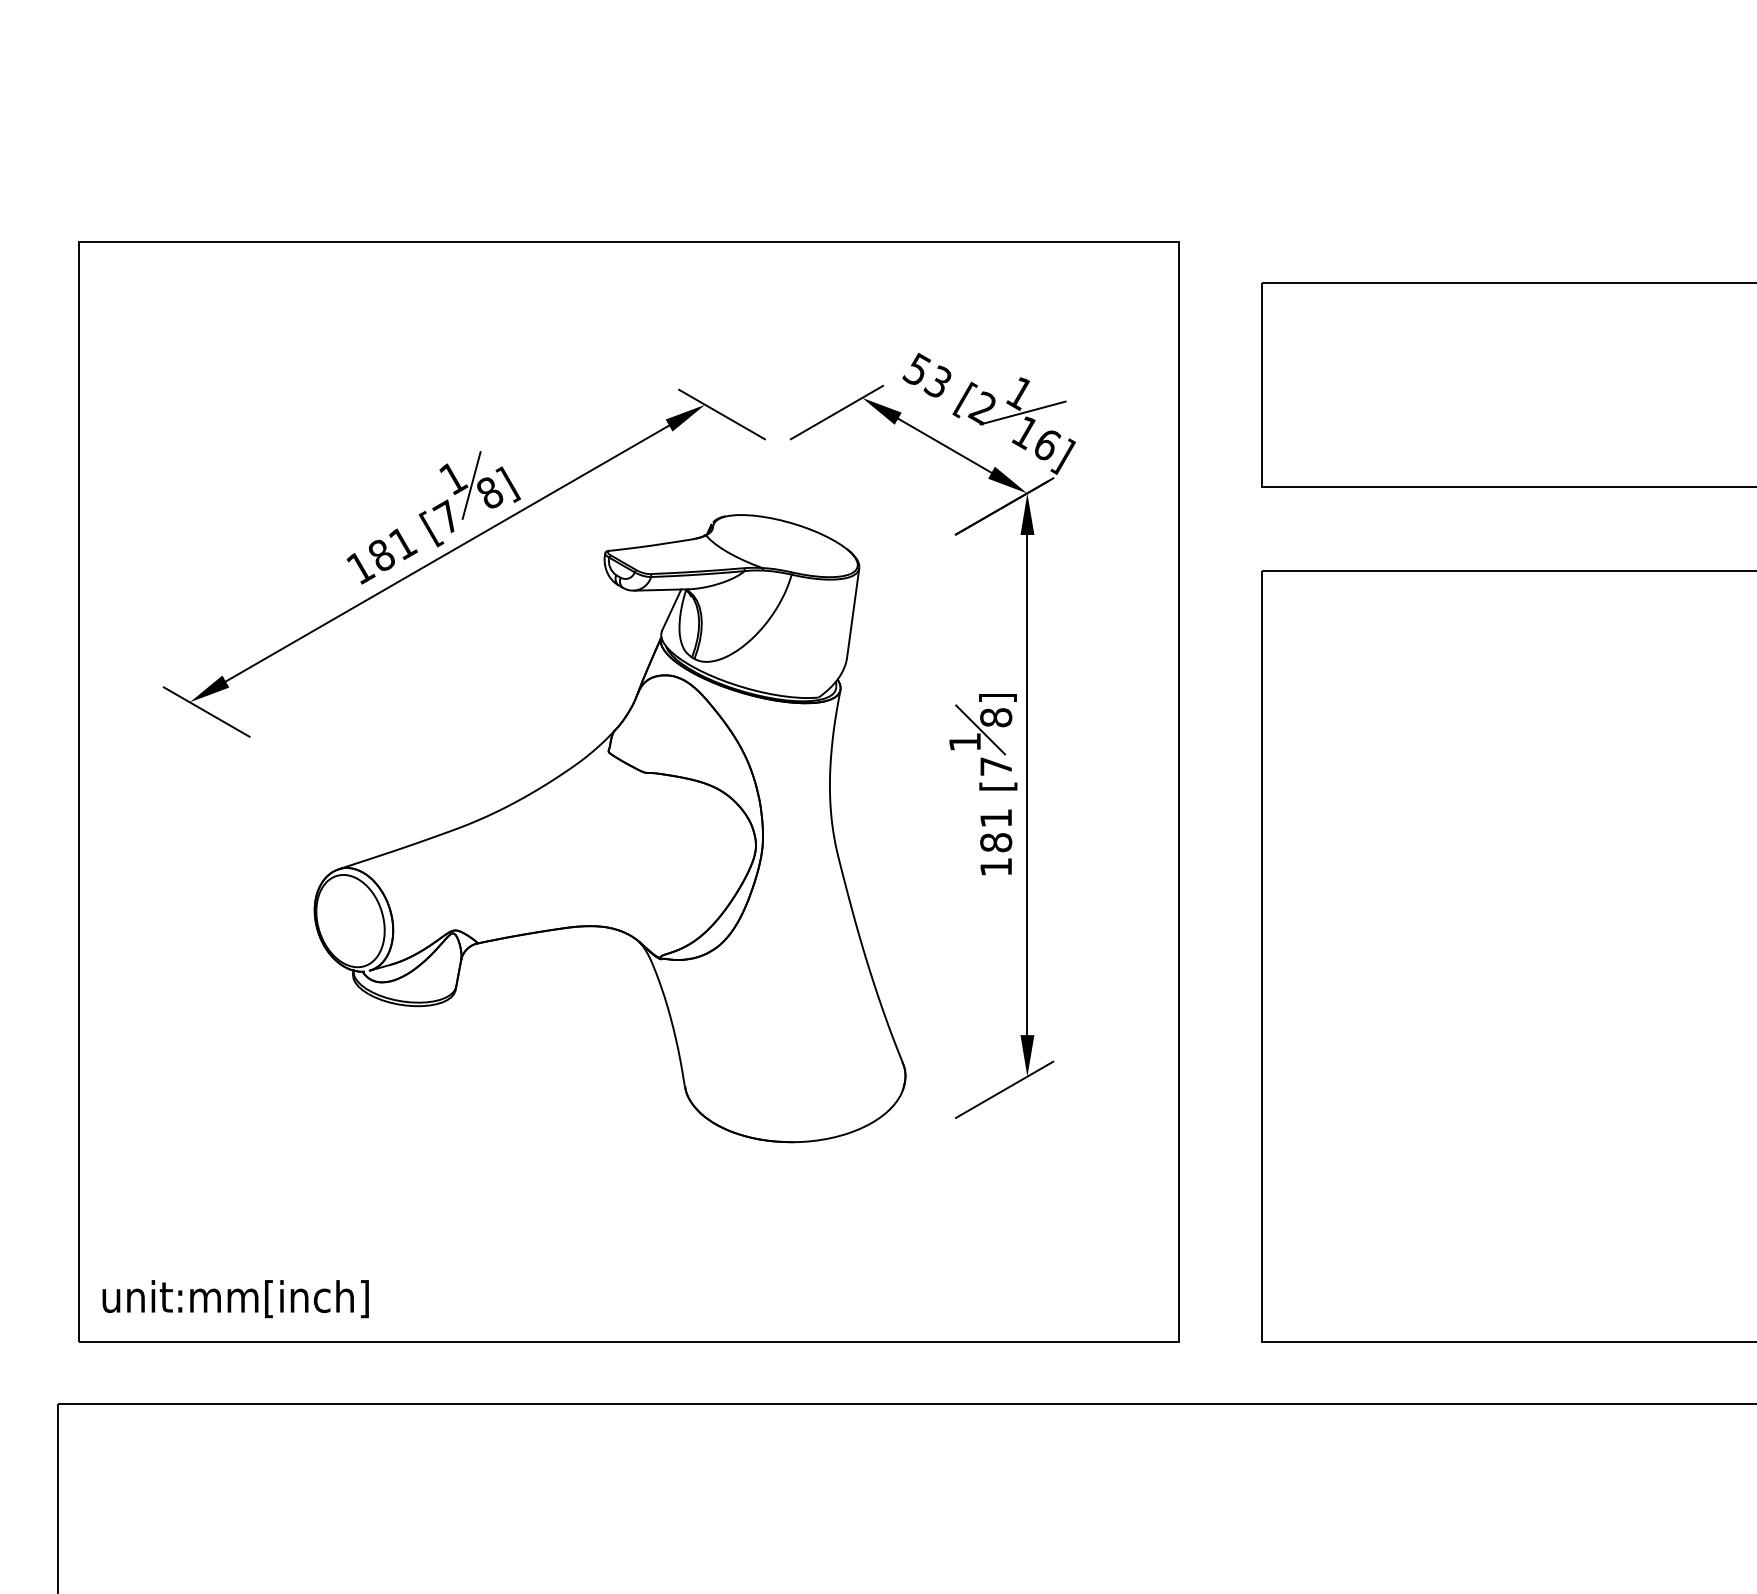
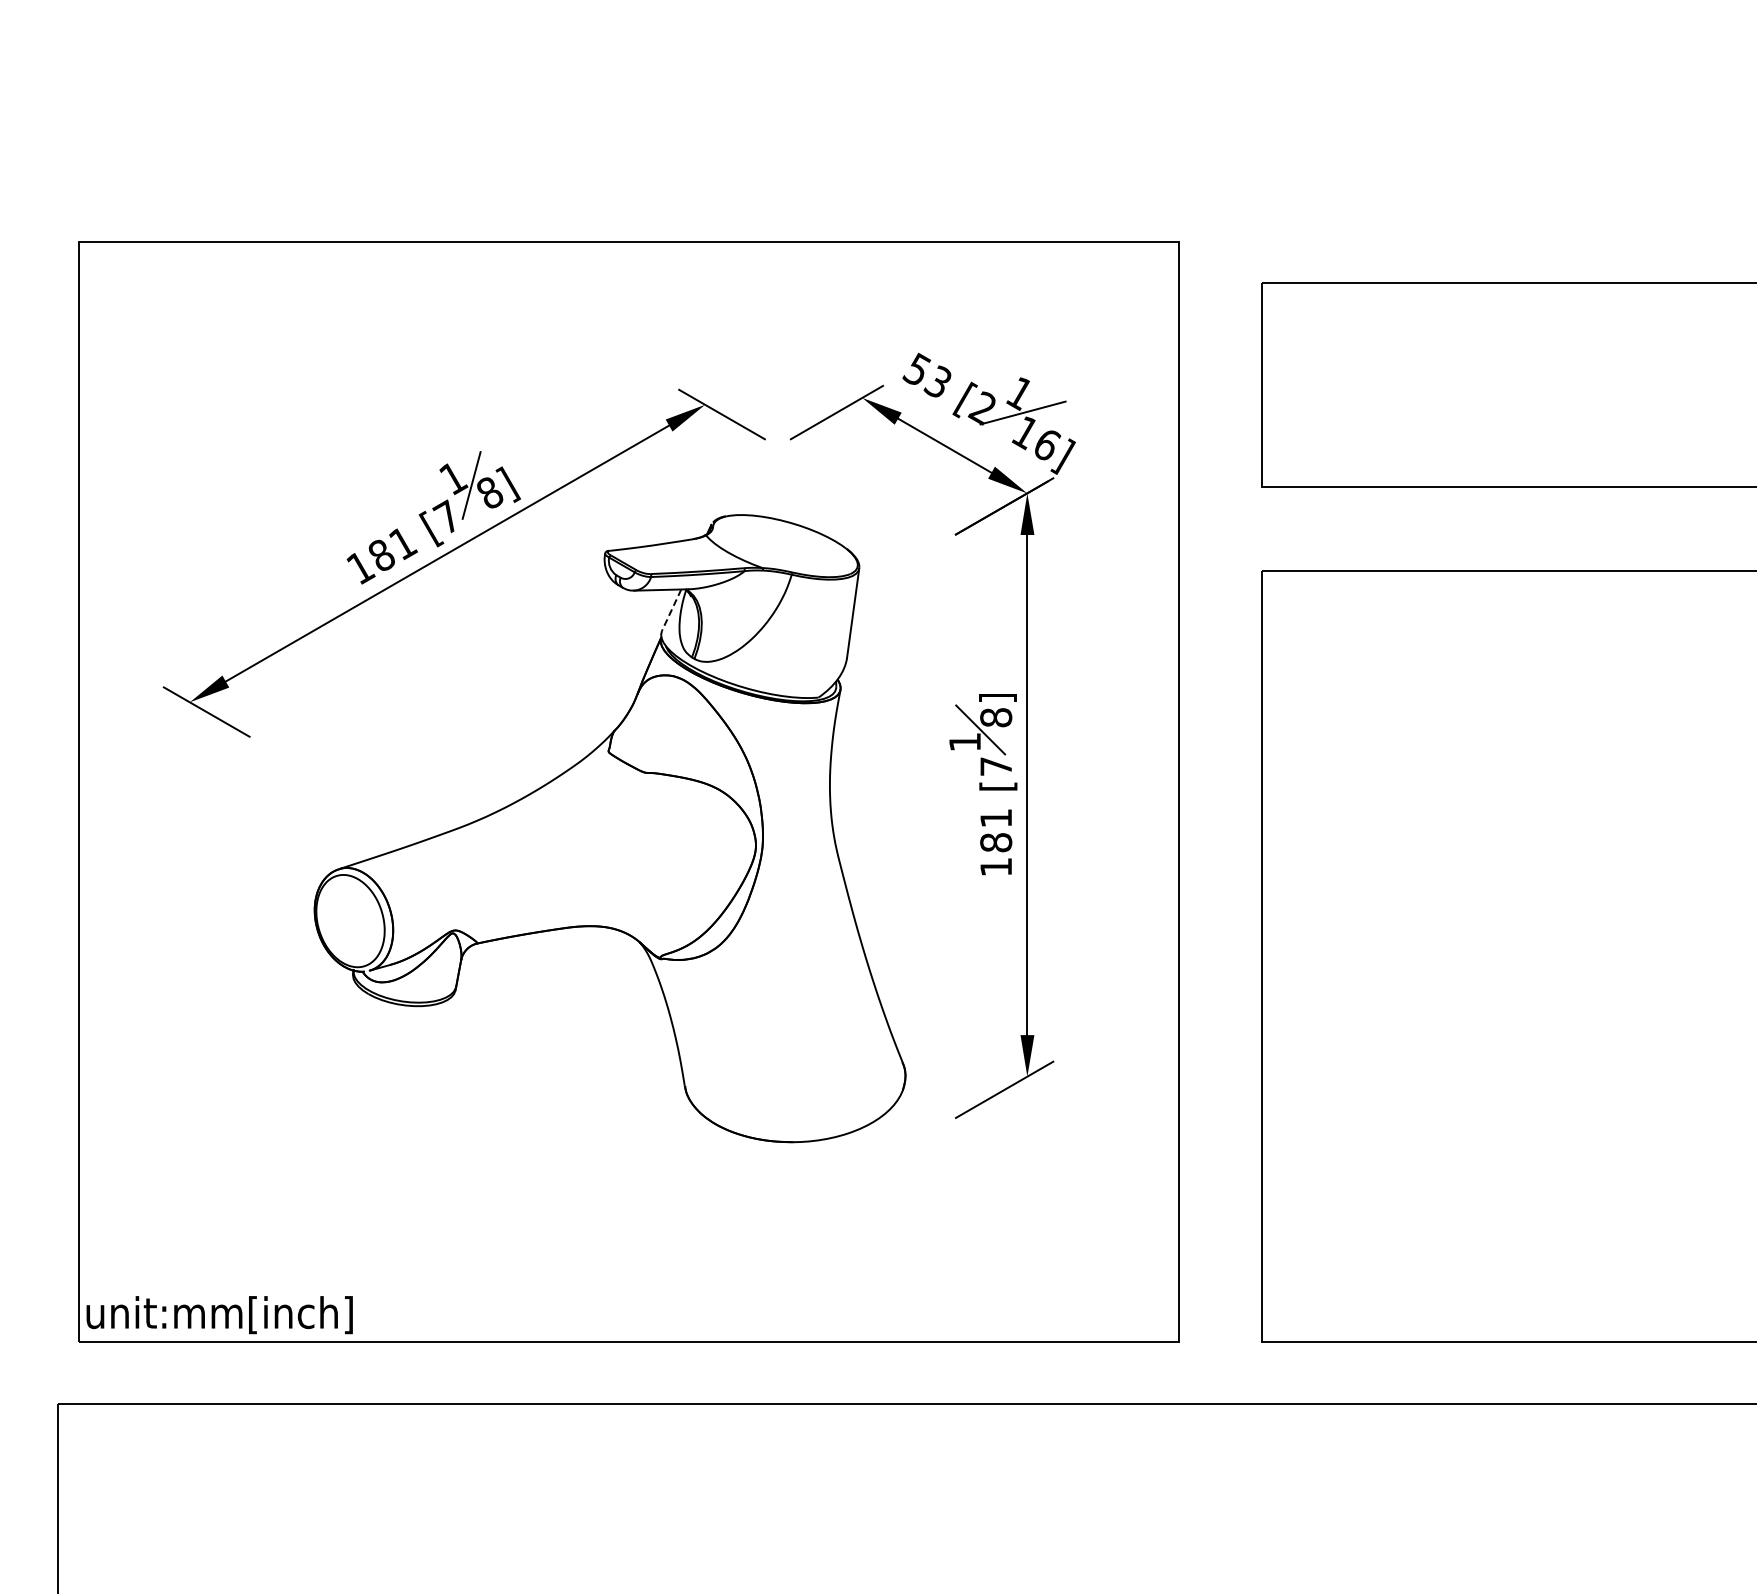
line at (671, 610): solid -> dashed
text at (235, 1299) position: (235, 1299) -> (219, 1315)
